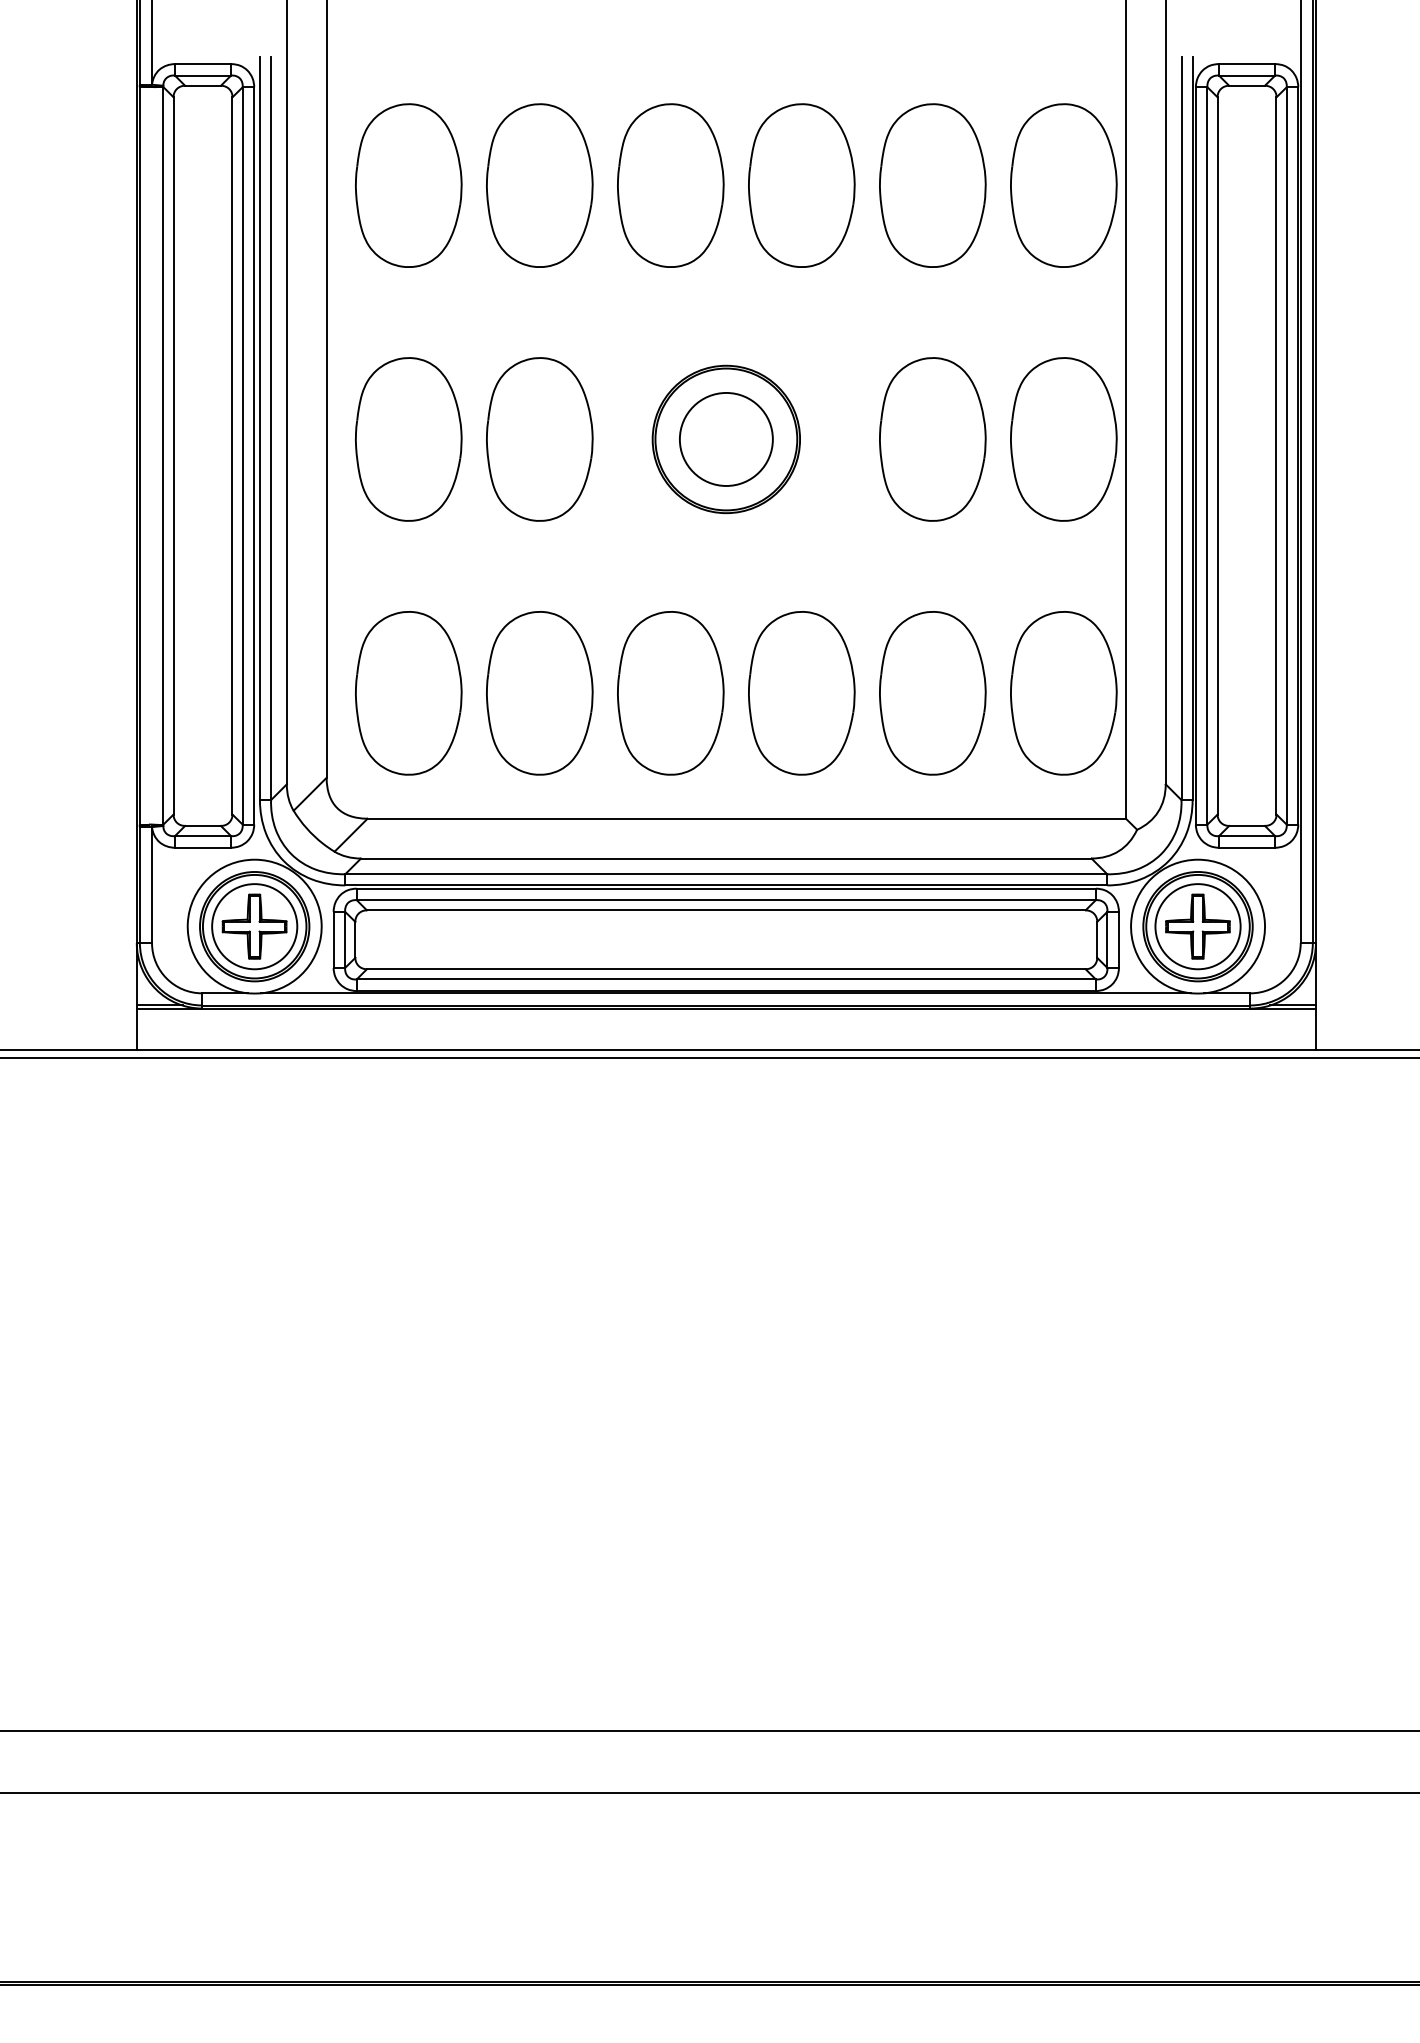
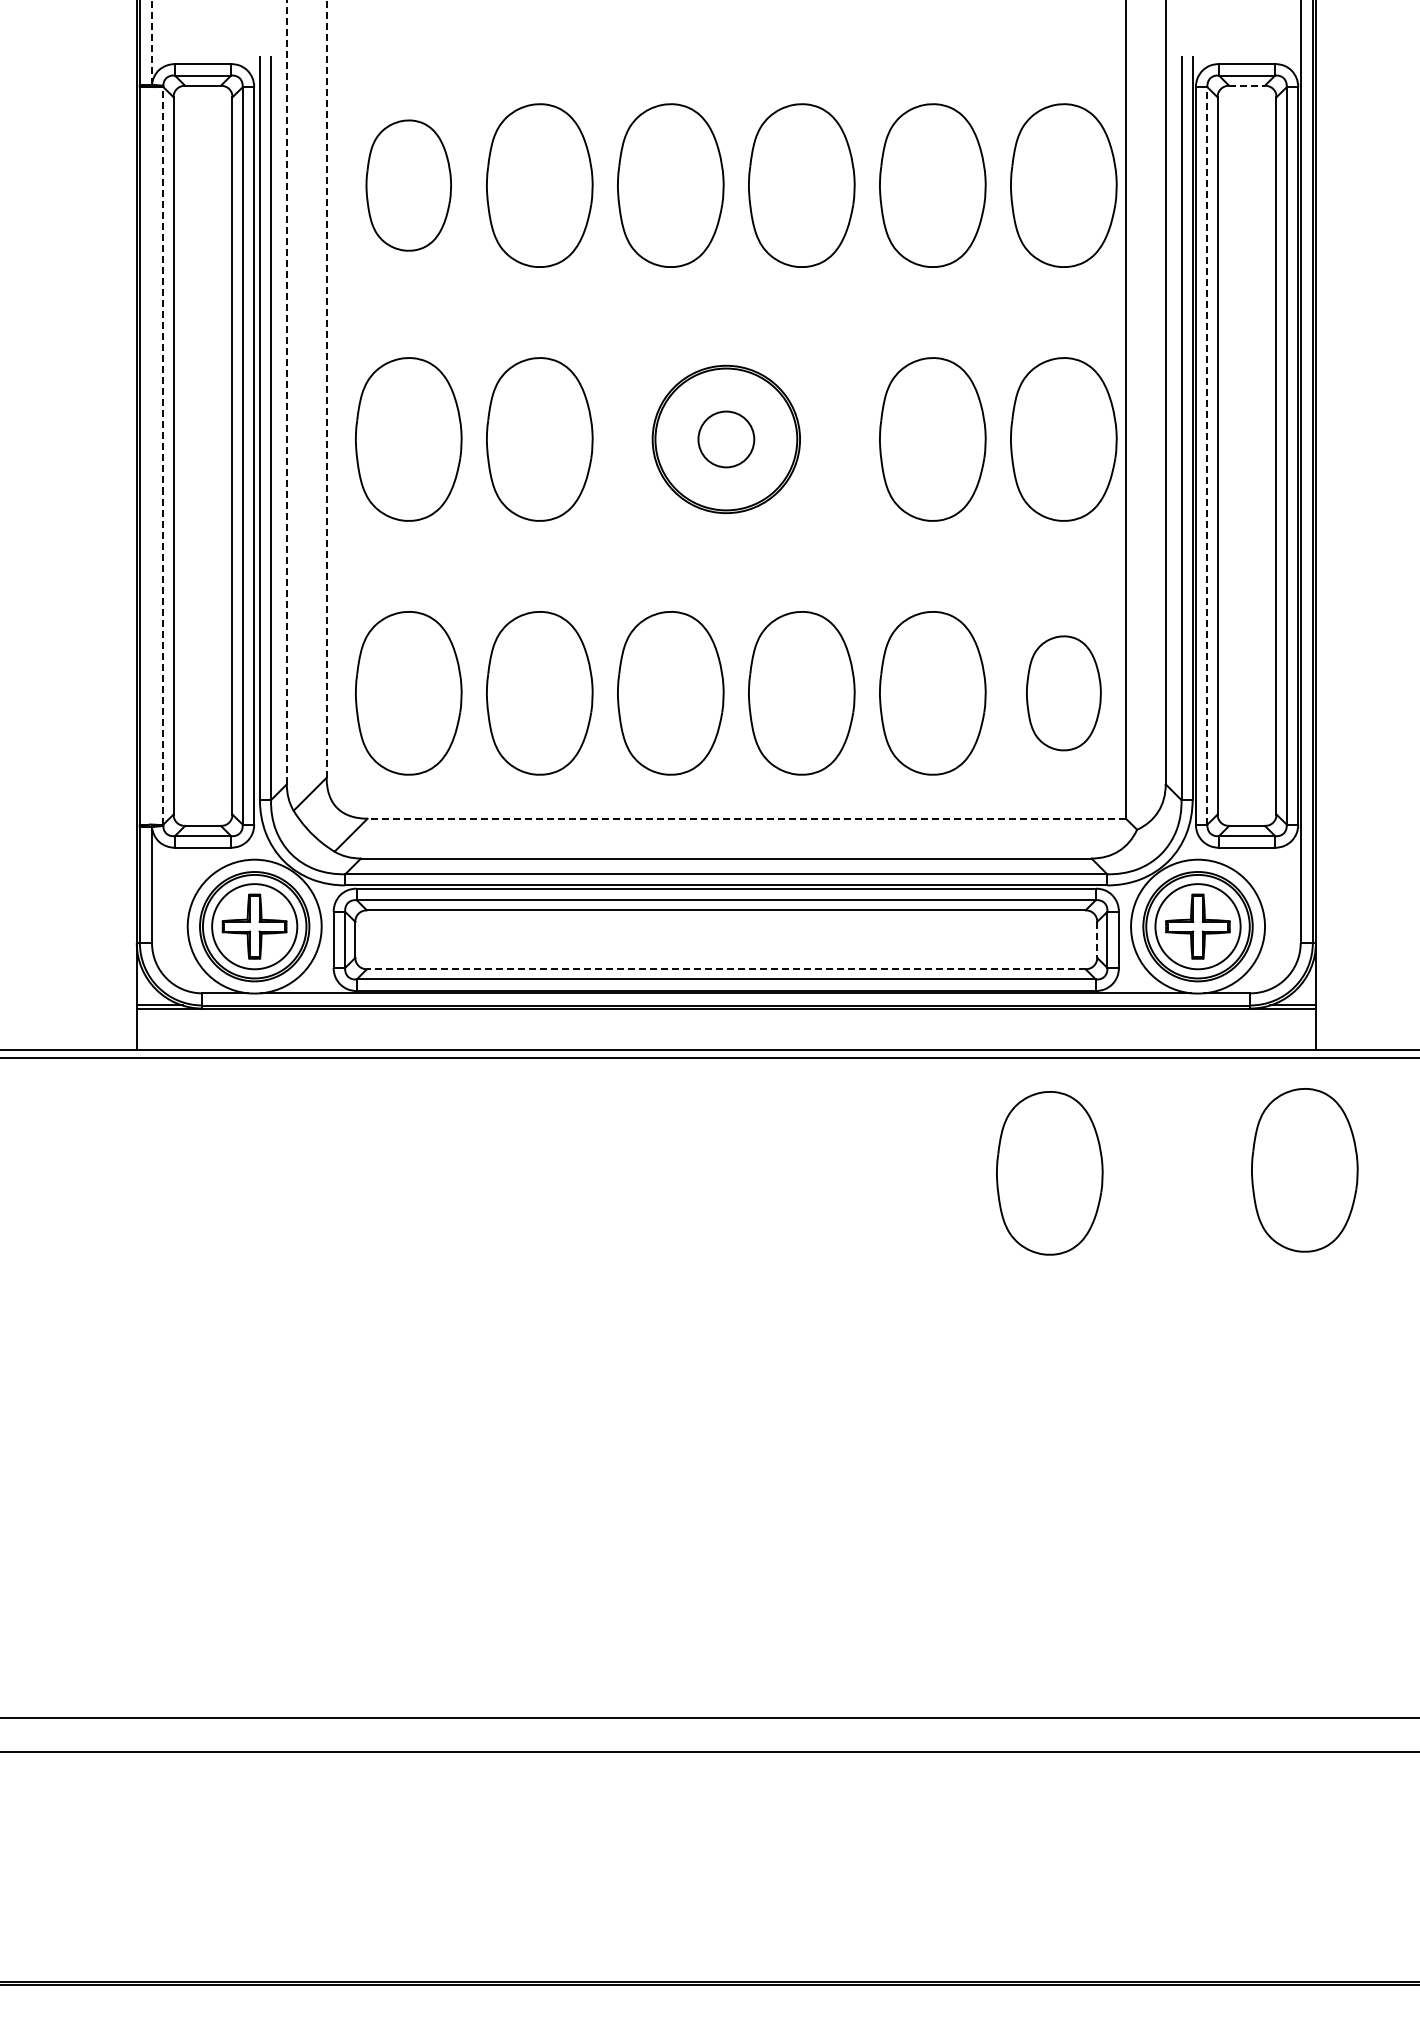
line at (152, 41): solid -> dashed
line at (1247, 85): solid -> dashed
part at (408, 185) size: 108x165 px -> 87x133 px
line at (326, 388): solid -> dashed
line at (286, 392): solid -> dashed
circle at (725, 438) diameter: 93 px -> 56 px
line at (163, 455): solid -> dashed
line at (1207, 455): solid -> dashed
part at (1063, 693) size: 108x165 px -> 76x117 px
line at (746, 818): solid -> dashed
line at (1097, 939): solid -> dashed
line at (725, 969): solid -> dashed
part at (1304, 1170): none -> present
part at (1049, 1173): none -> present
line at (709, 1730) position: (709, 1730) -> (709, 1717)
line at (709, 1793) position: (709, 1793) -> (709, 1752)
